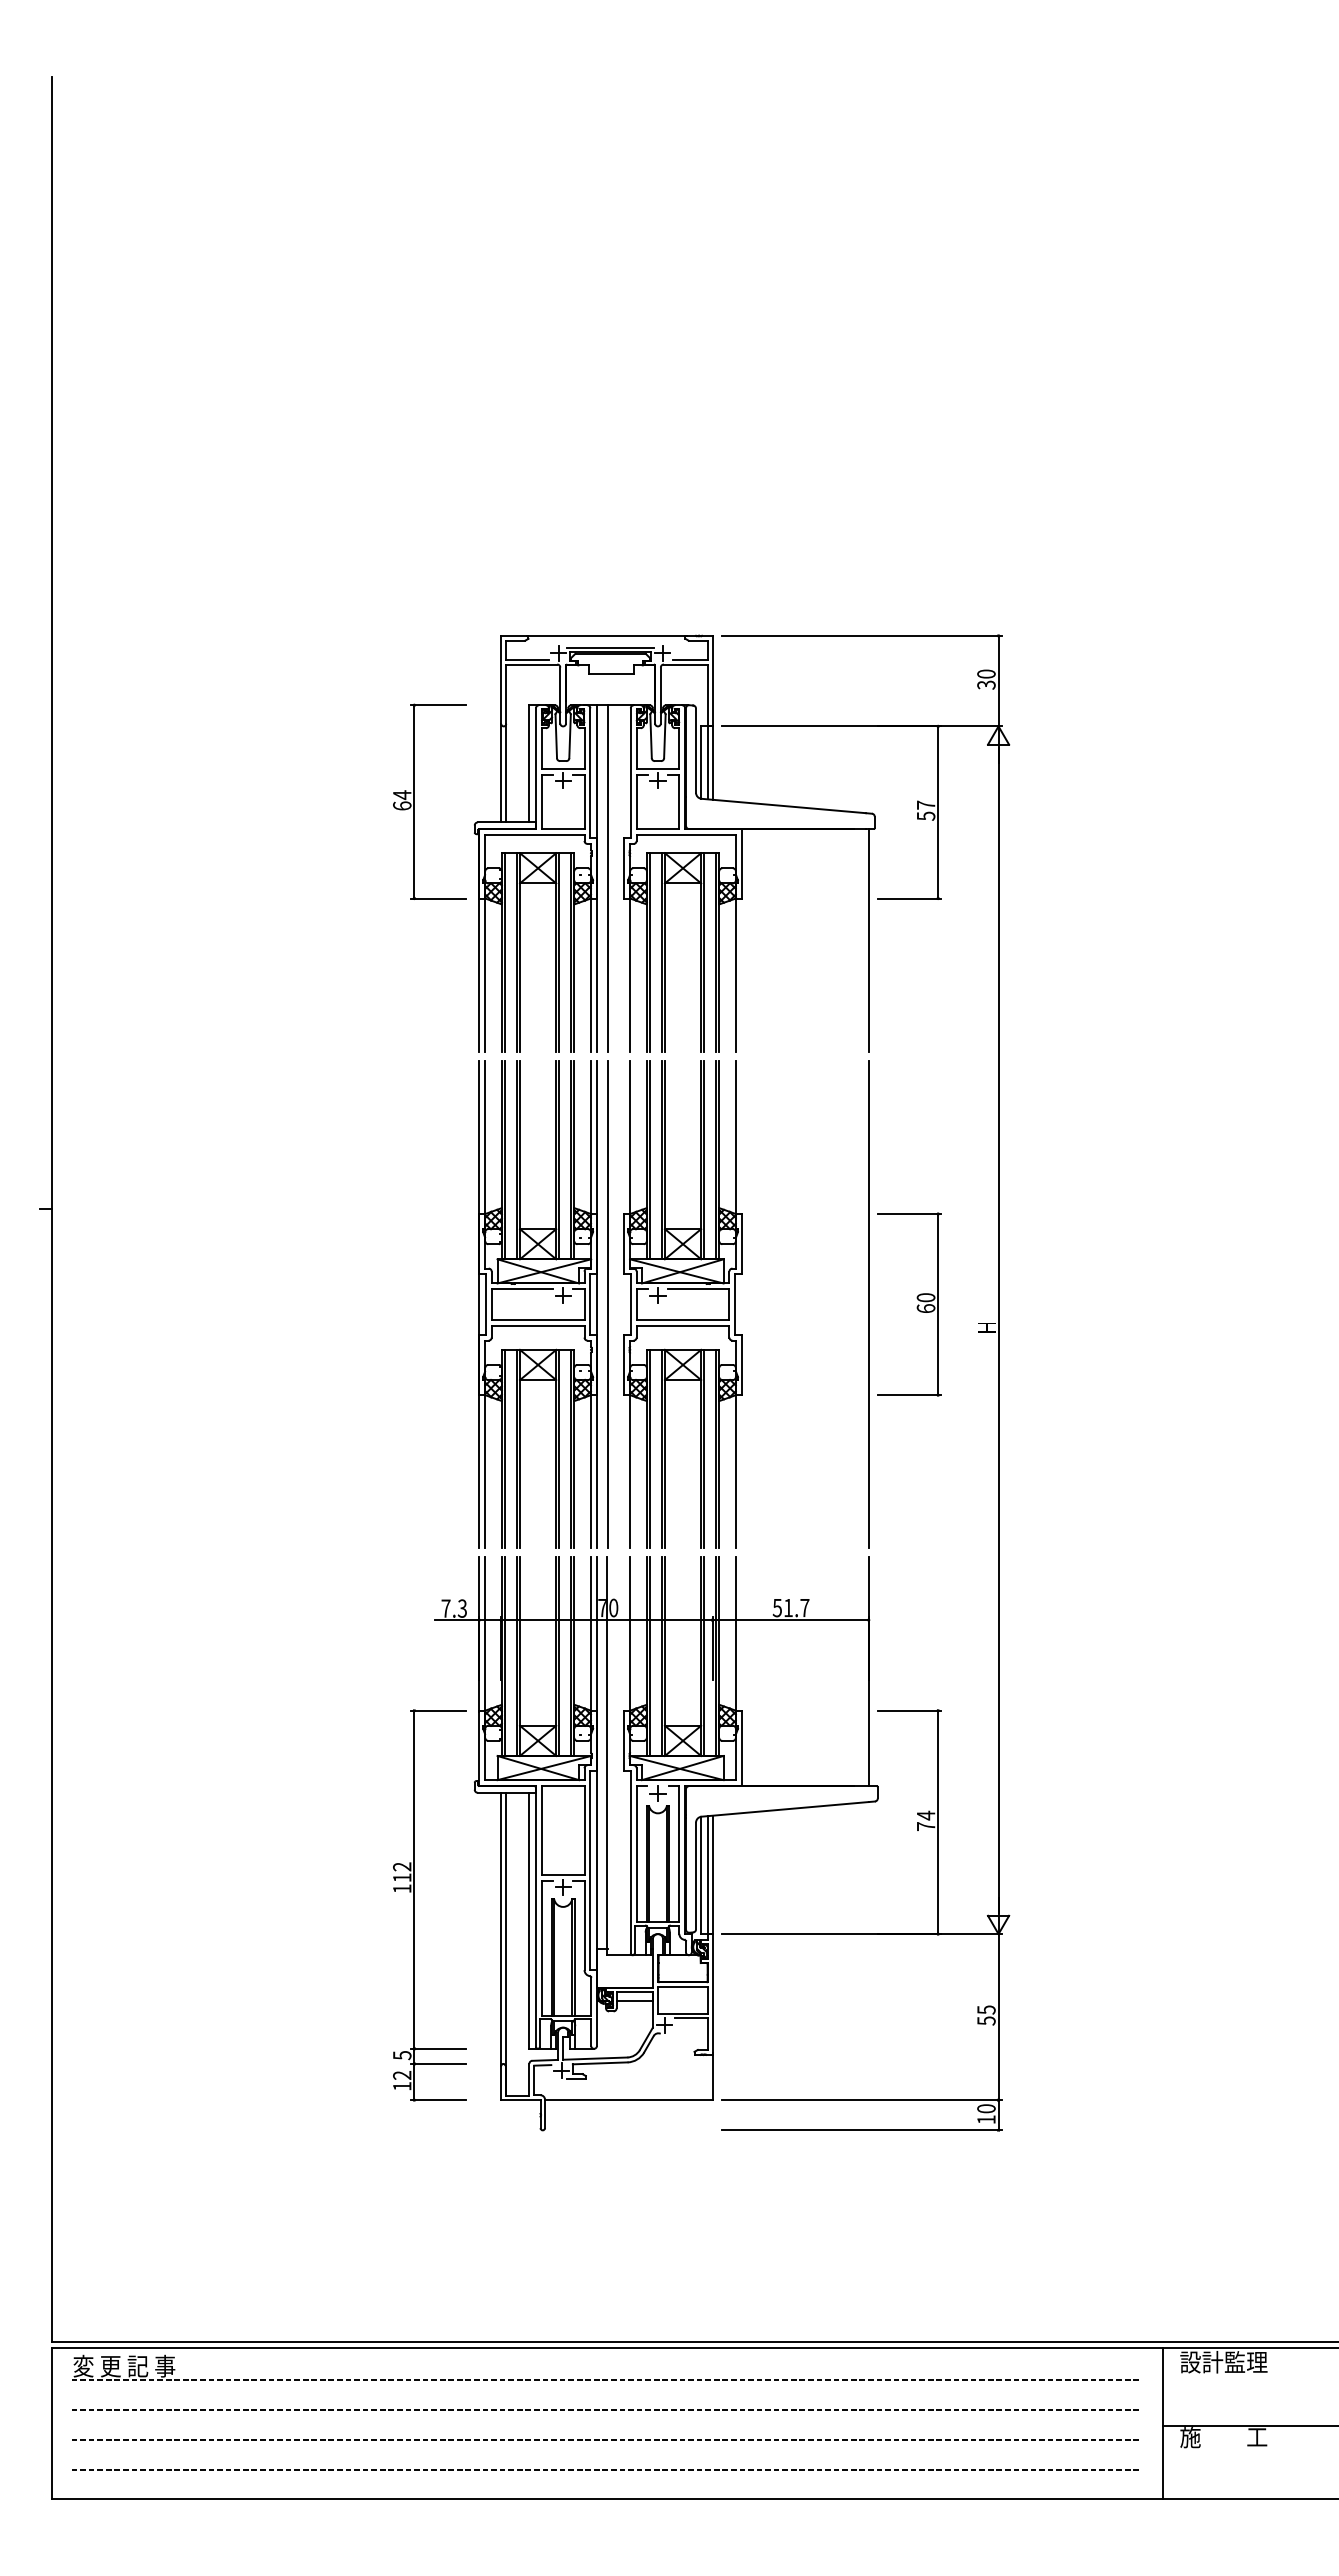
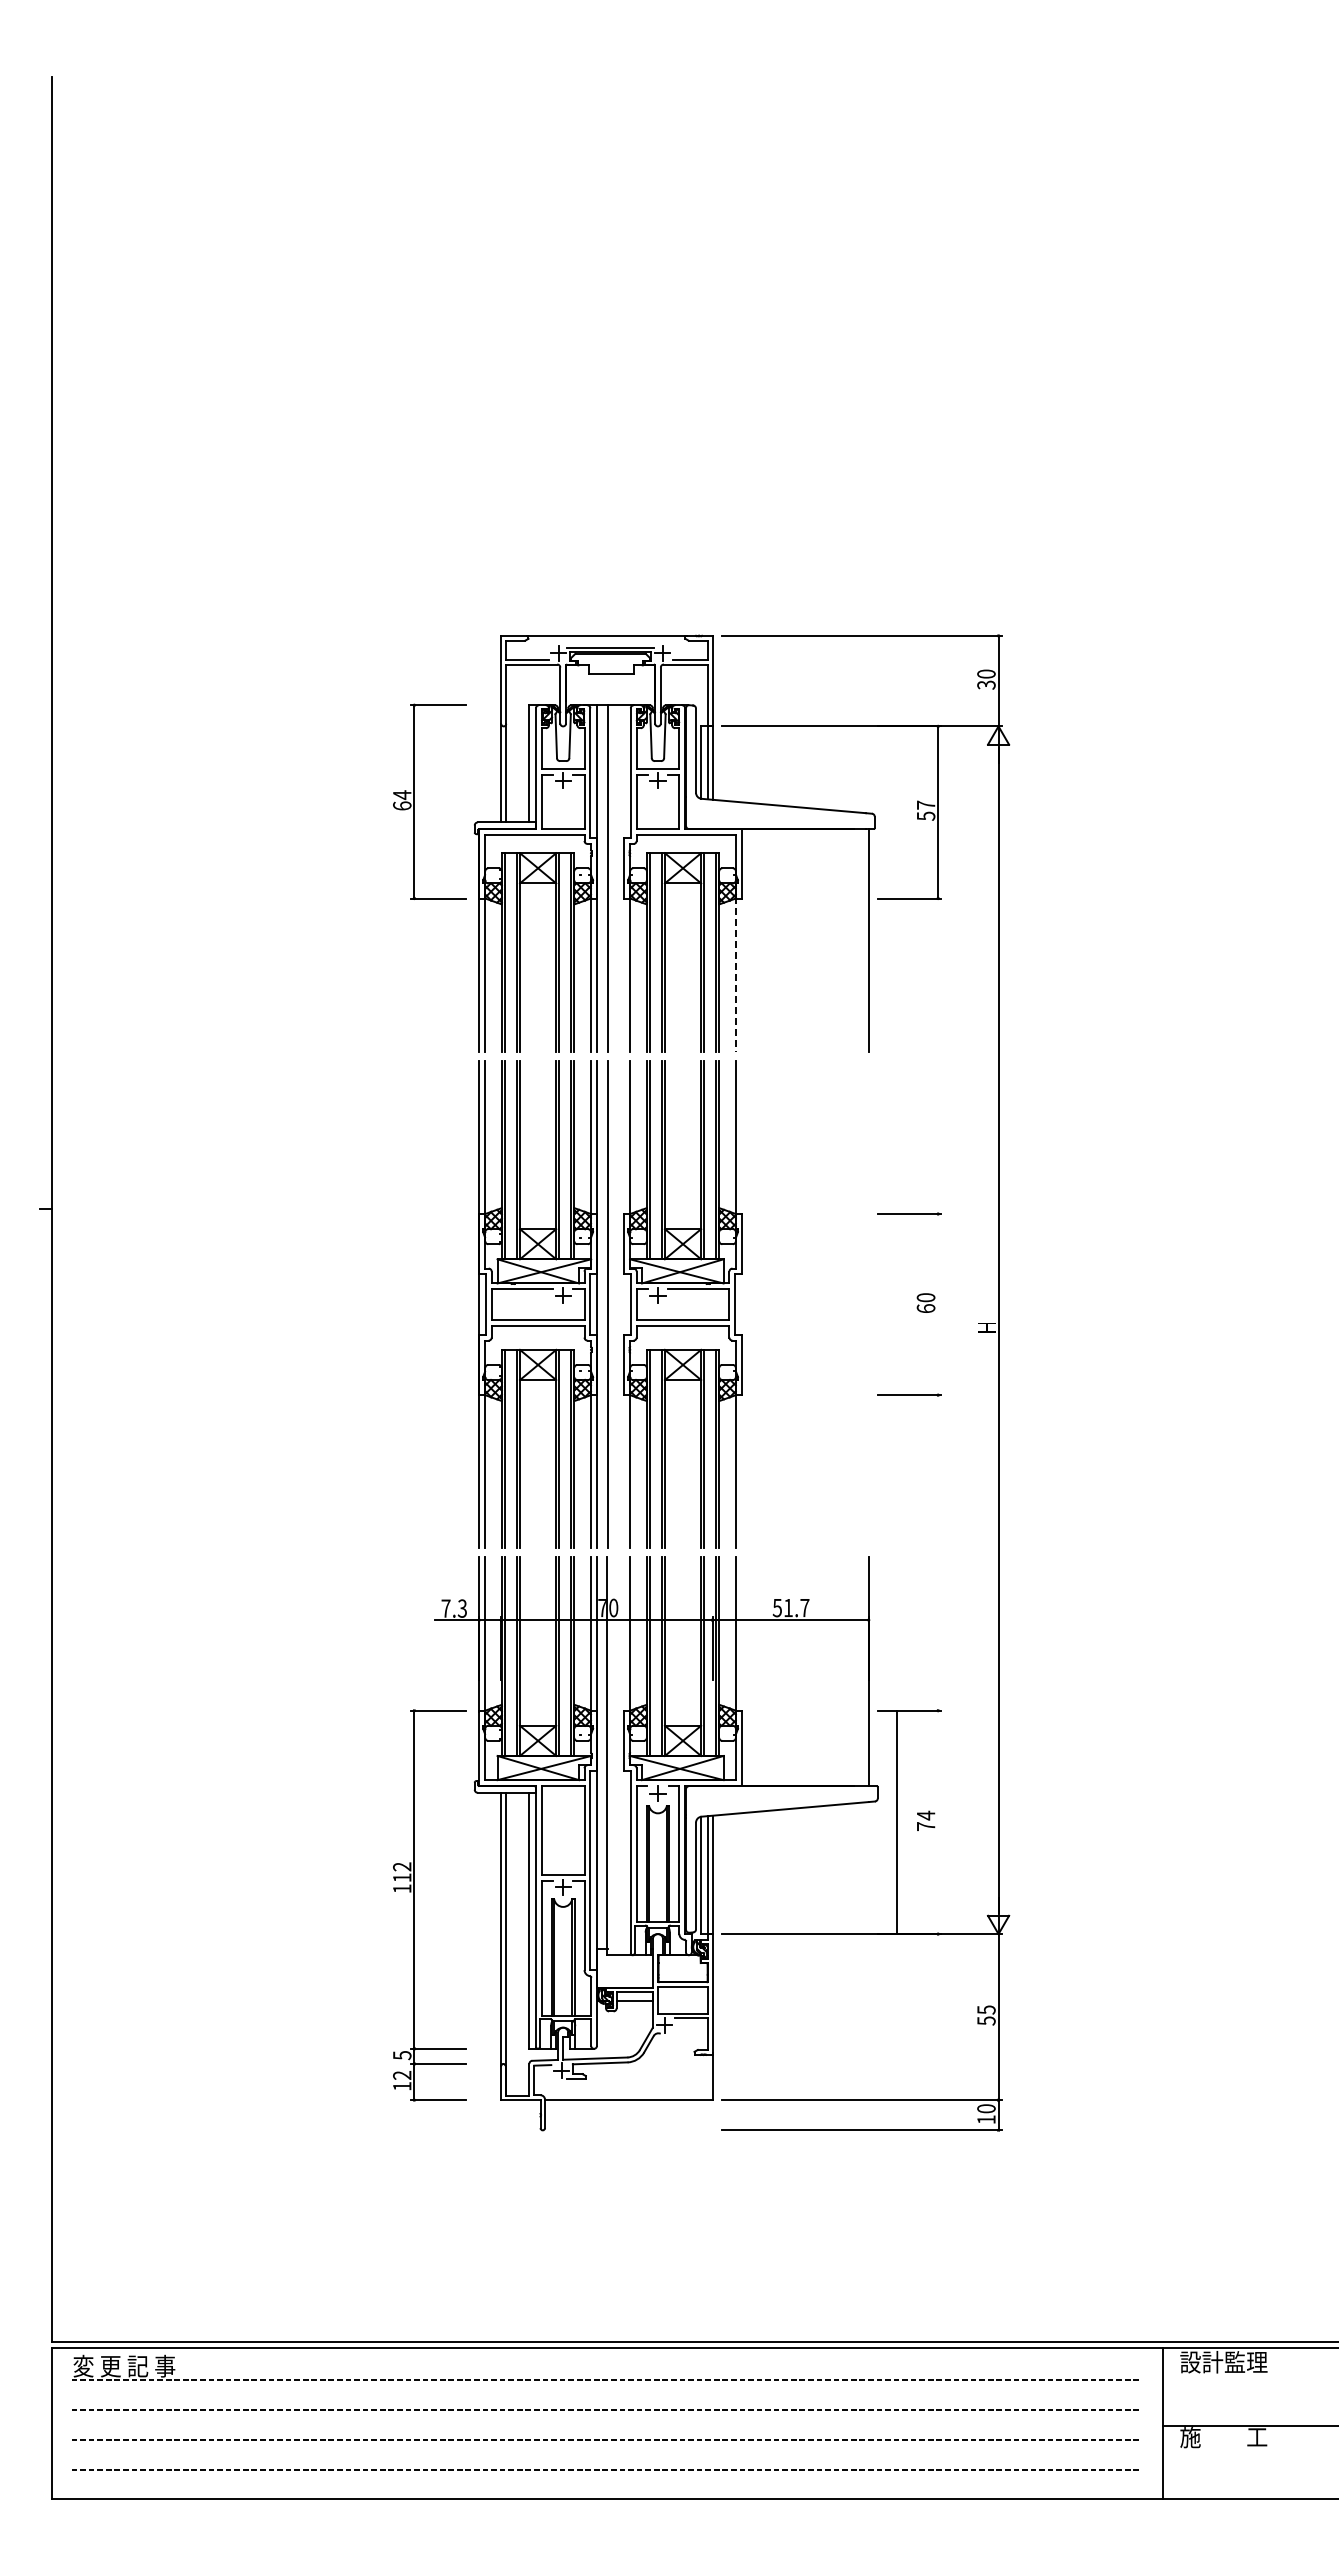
line at (735, 974): solid -> dashed
line at (868, 1304): present -> none
line at (938, 1304): present -> none
line at (938, 1822) position: (938, 1822) -> (897, 1822)
